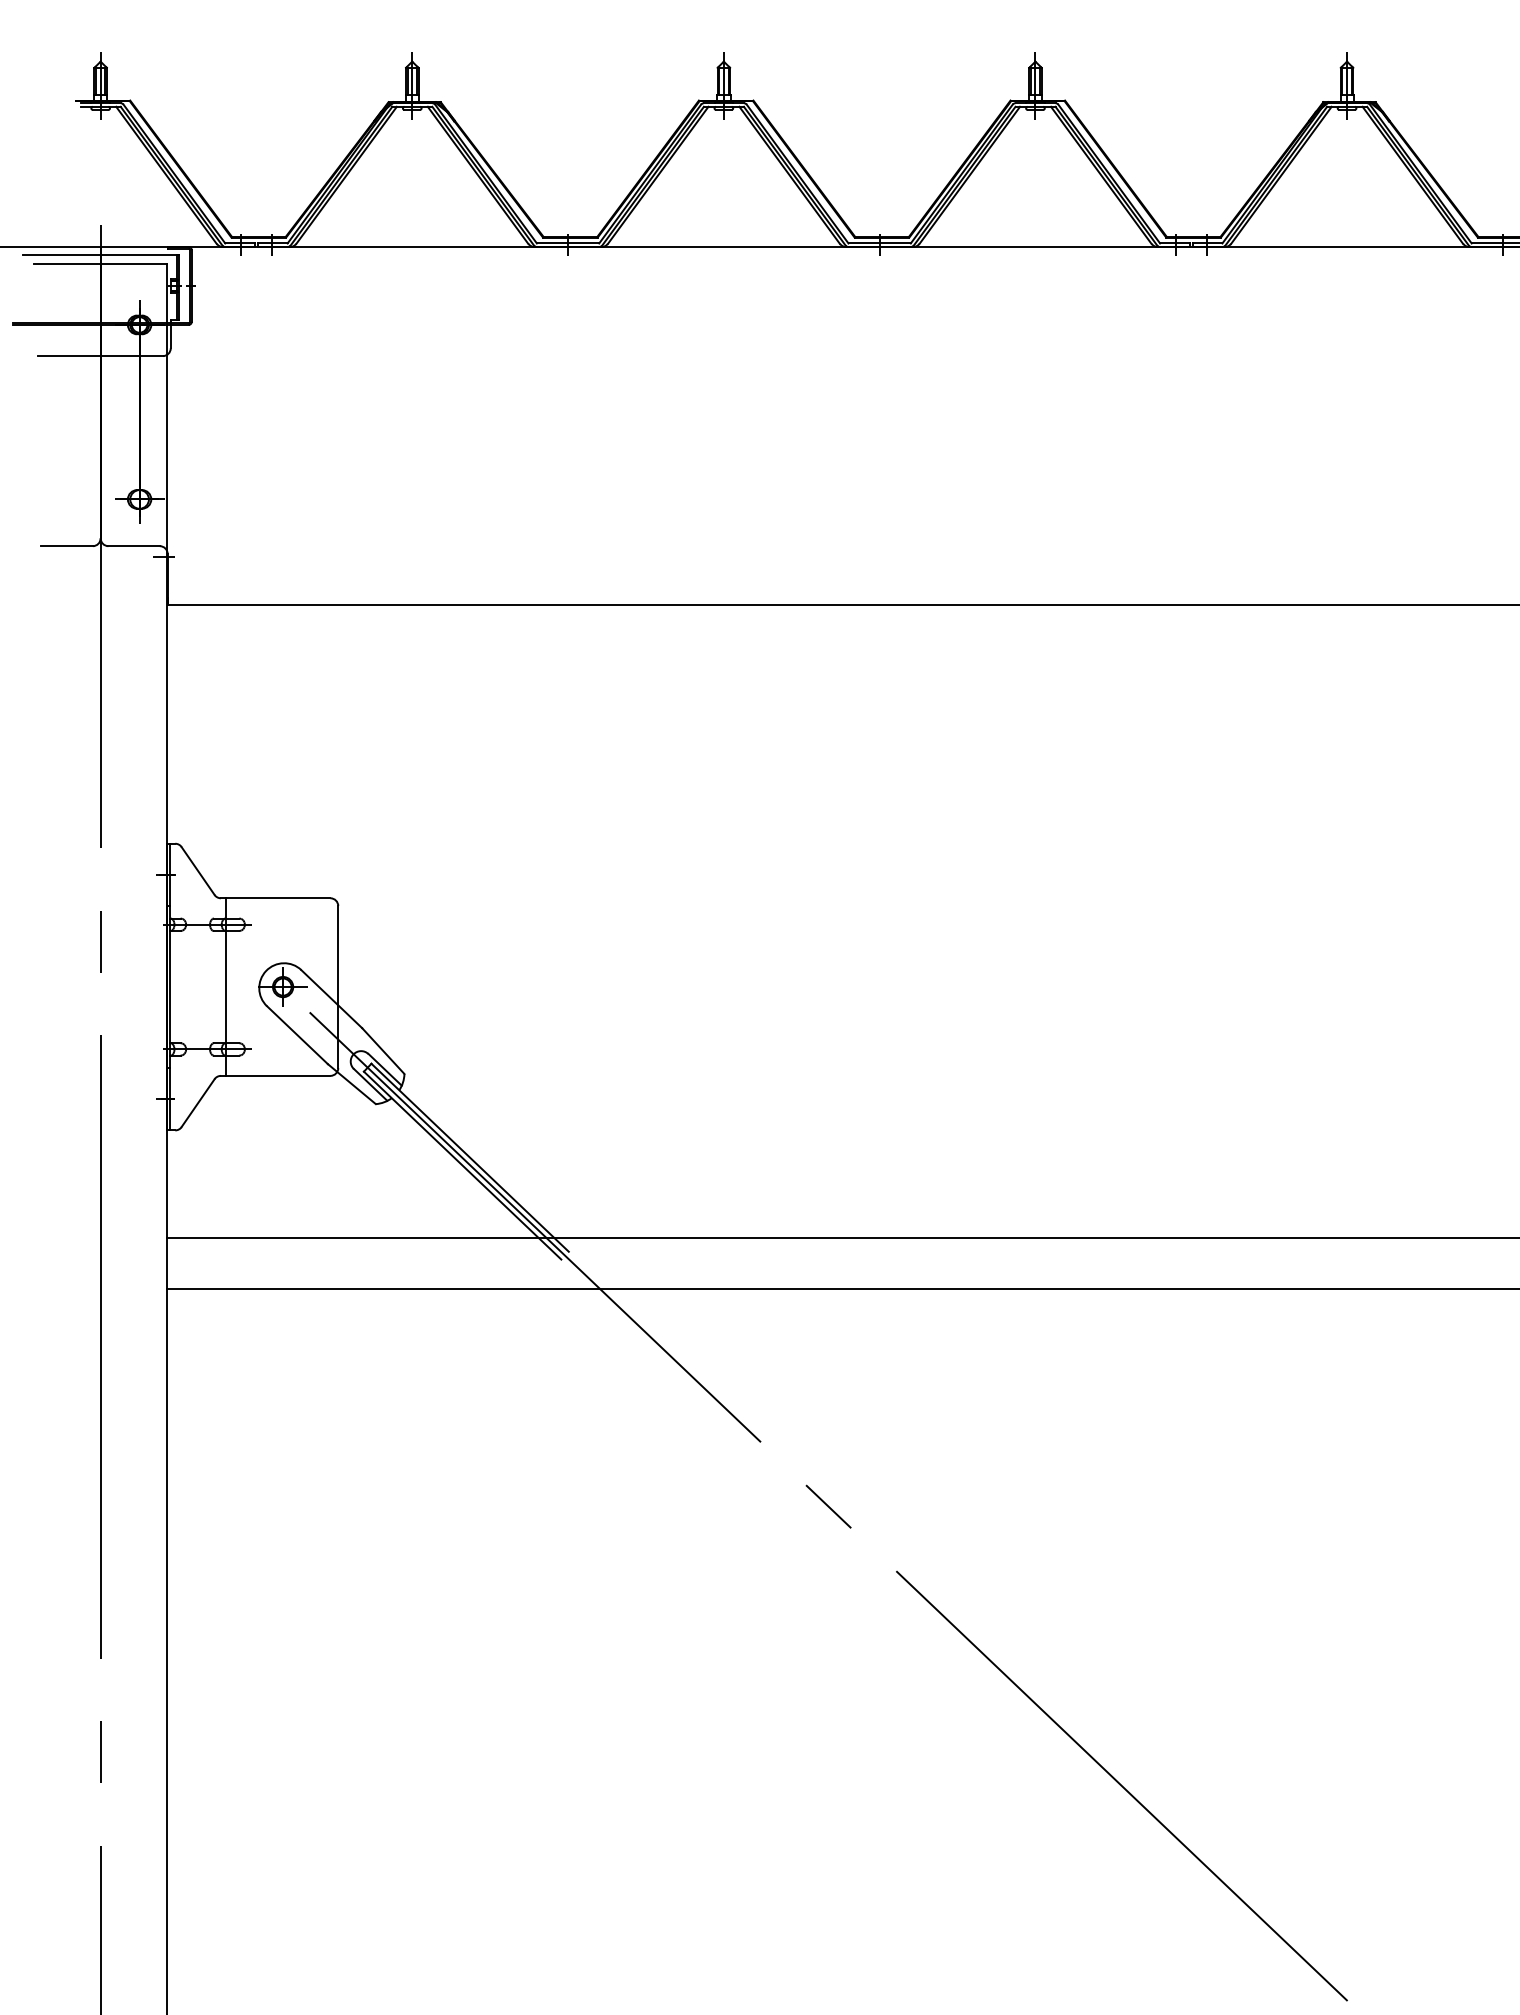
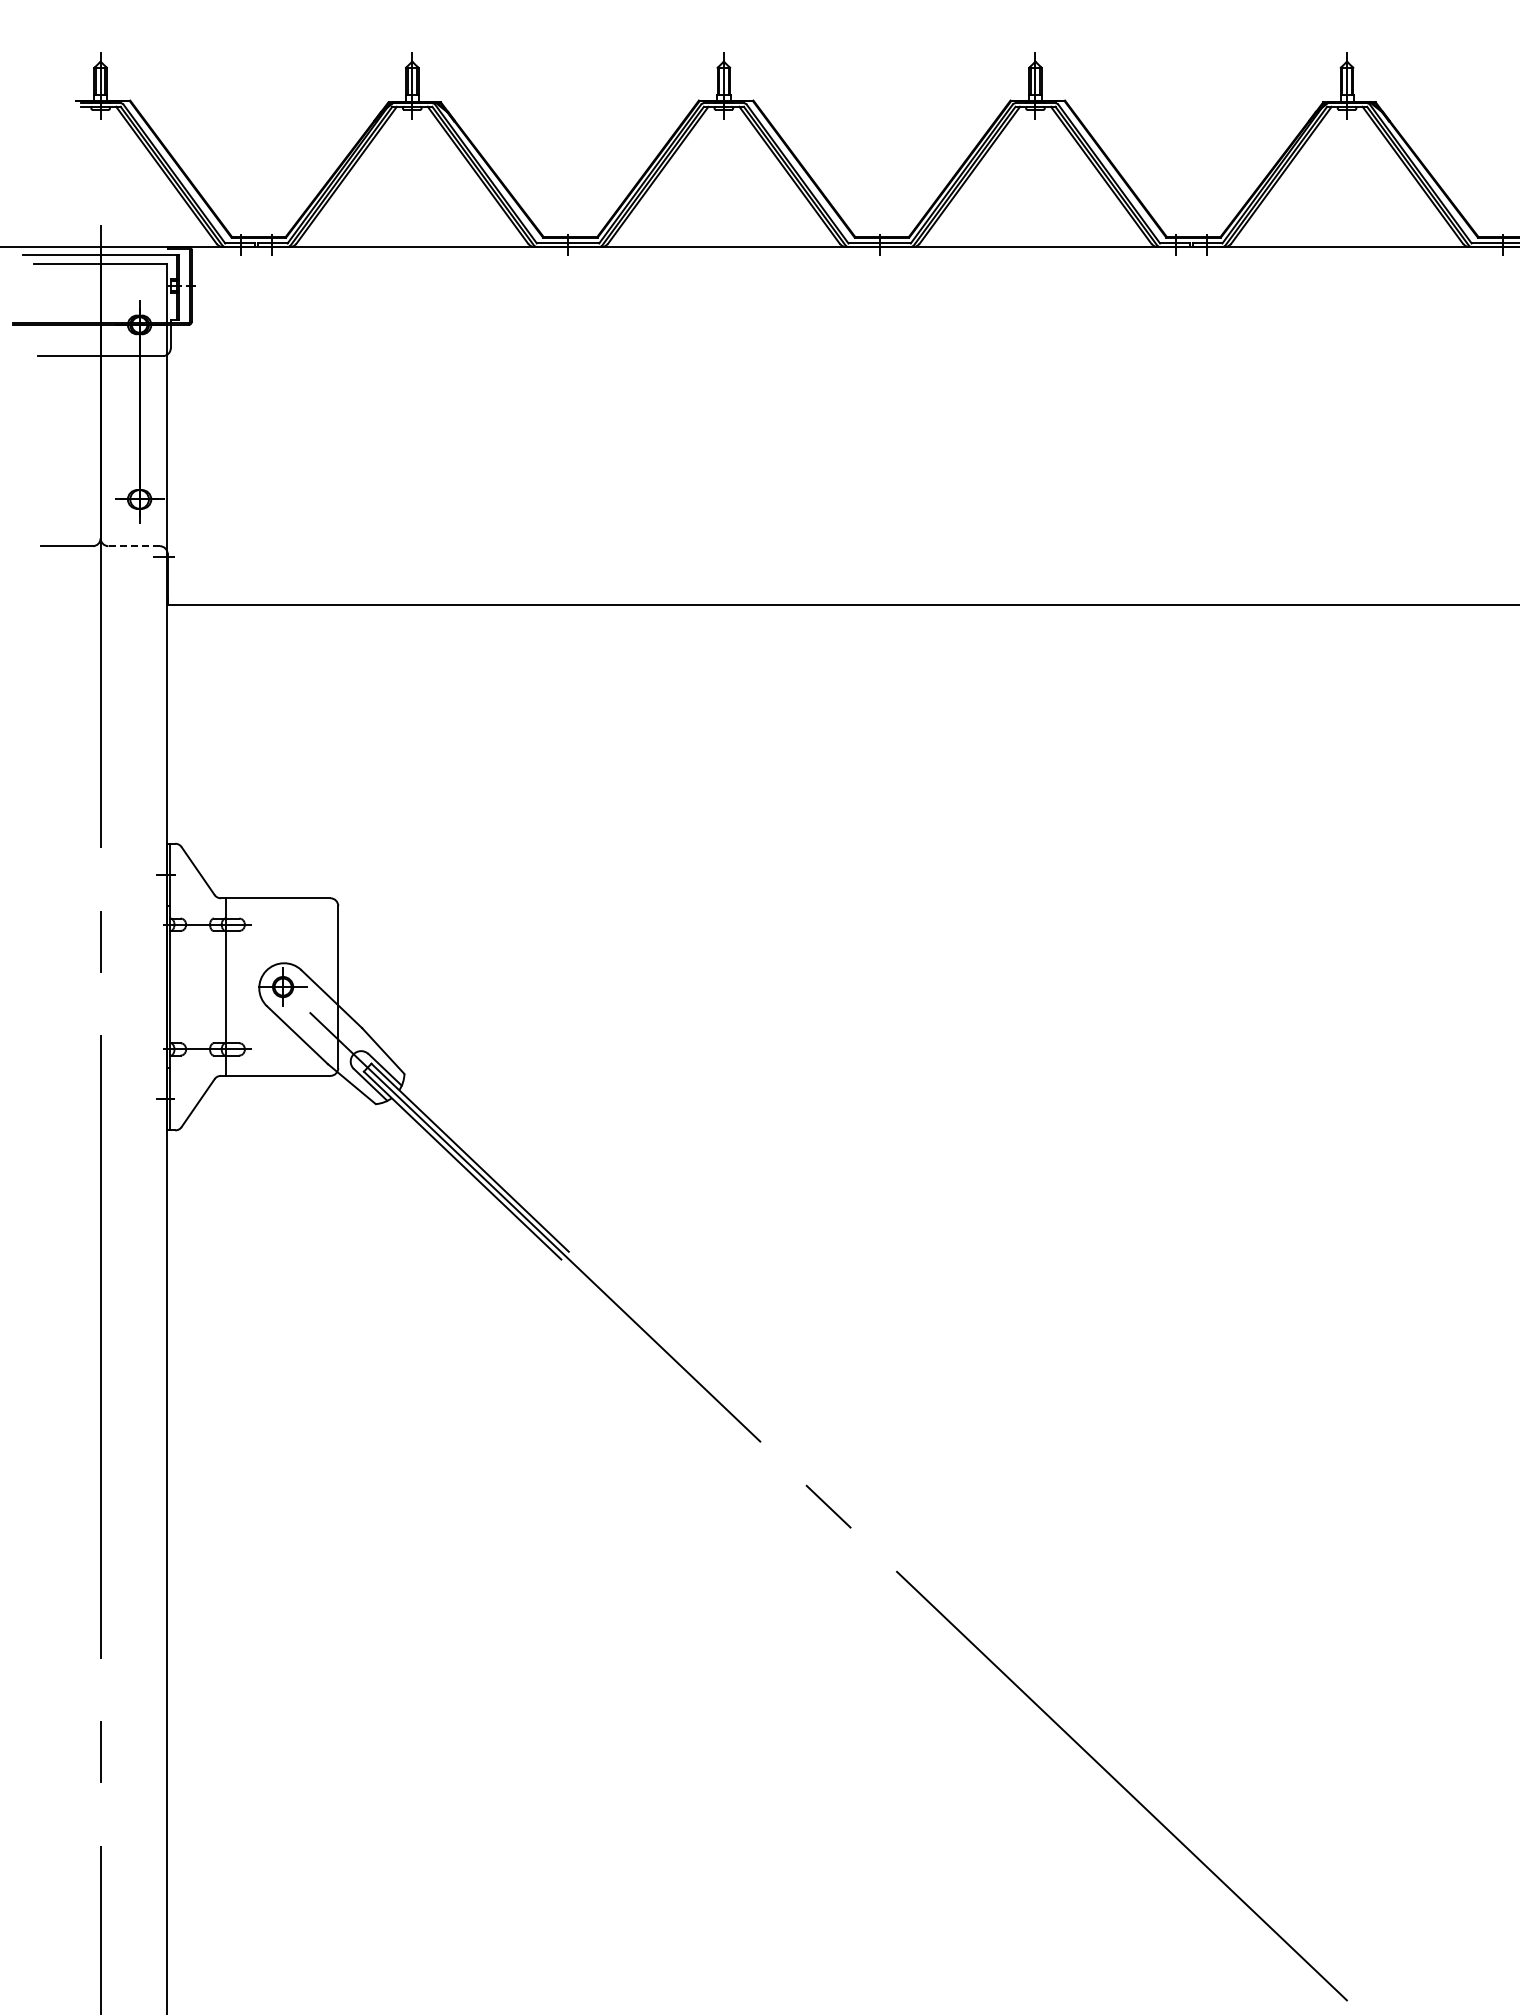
line at (134, 546): solid -> dashed
line at (841, 1237): present -> none
line at (841, 1289): present -> none
